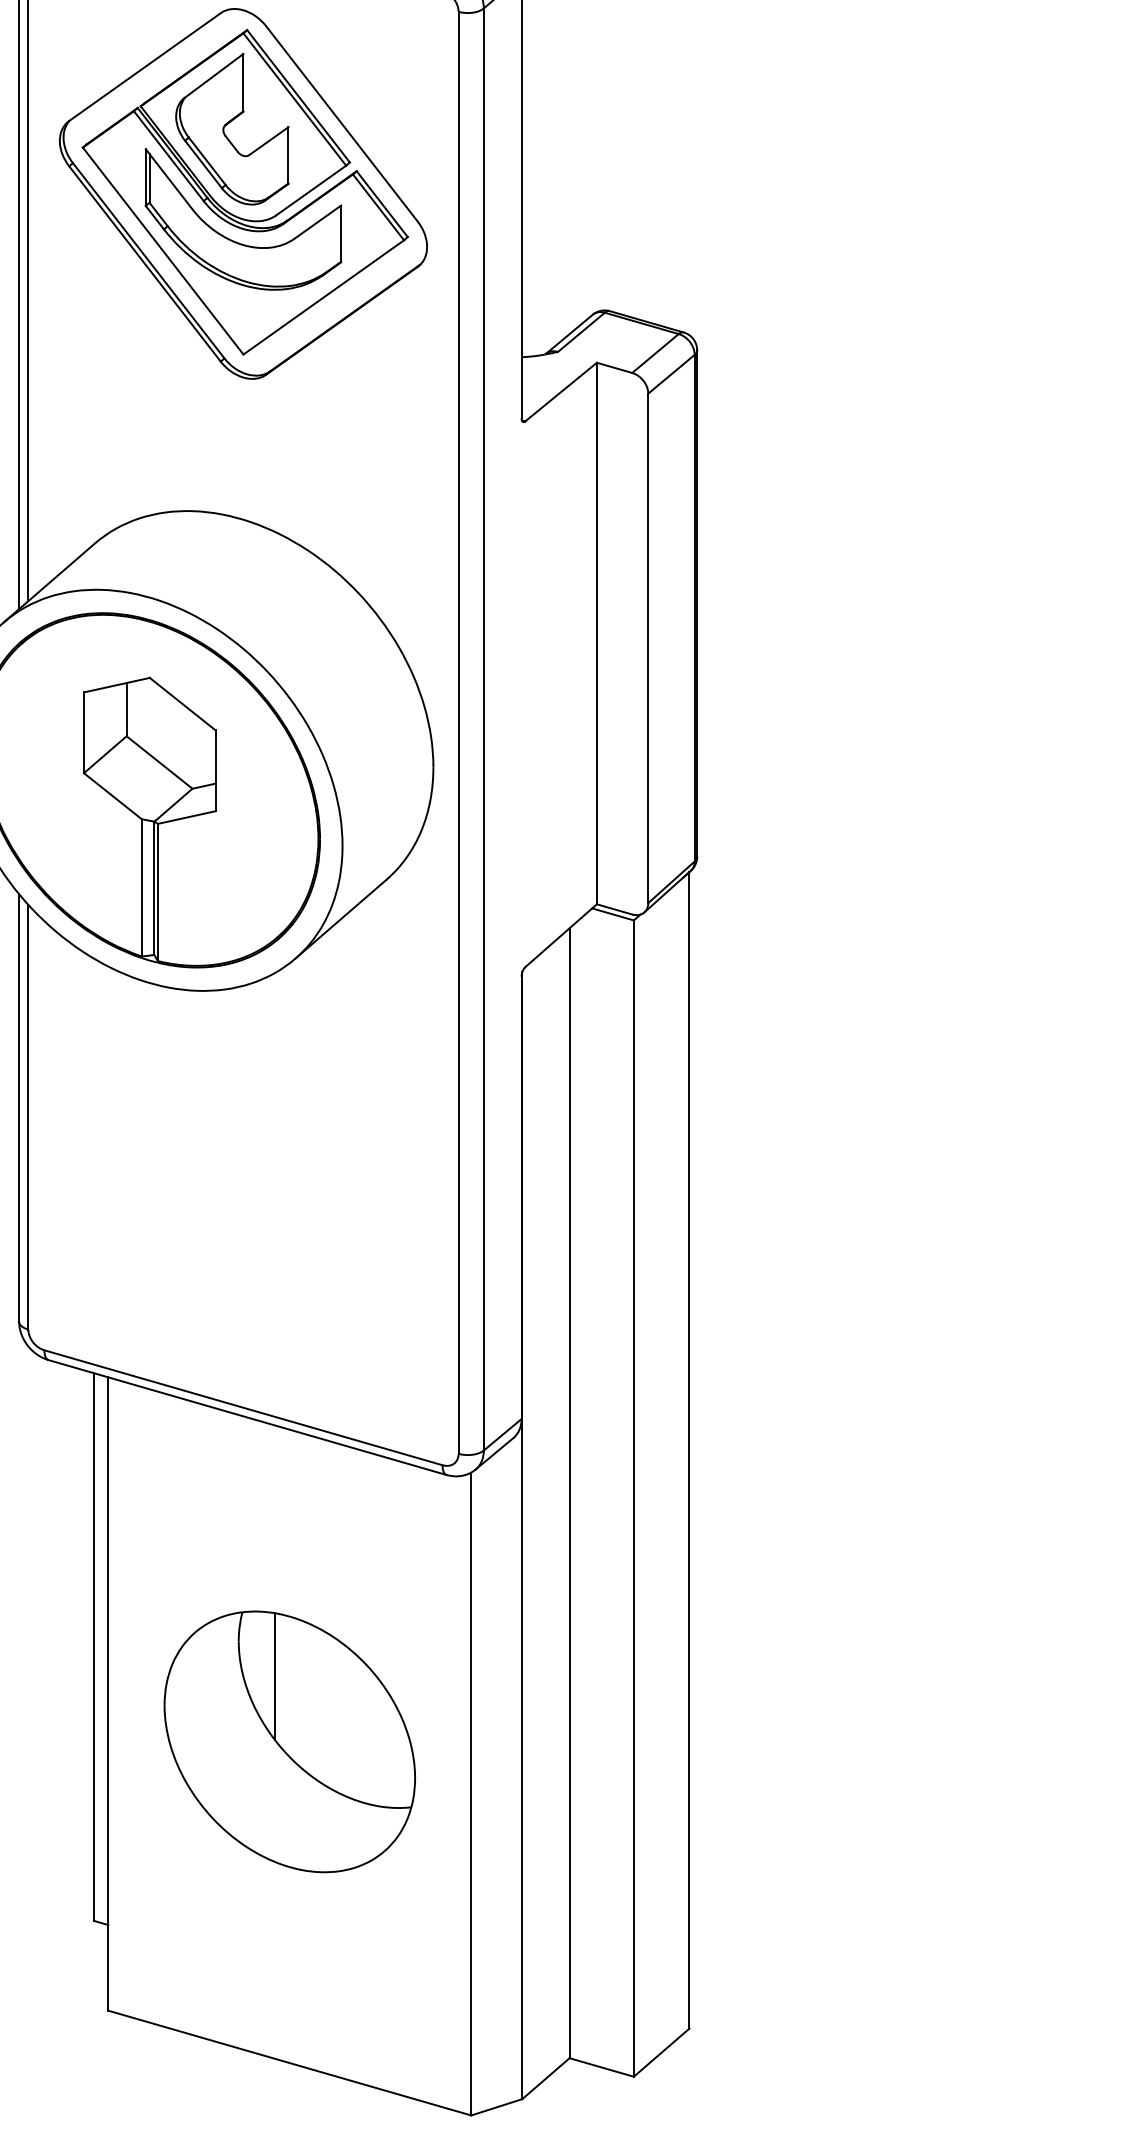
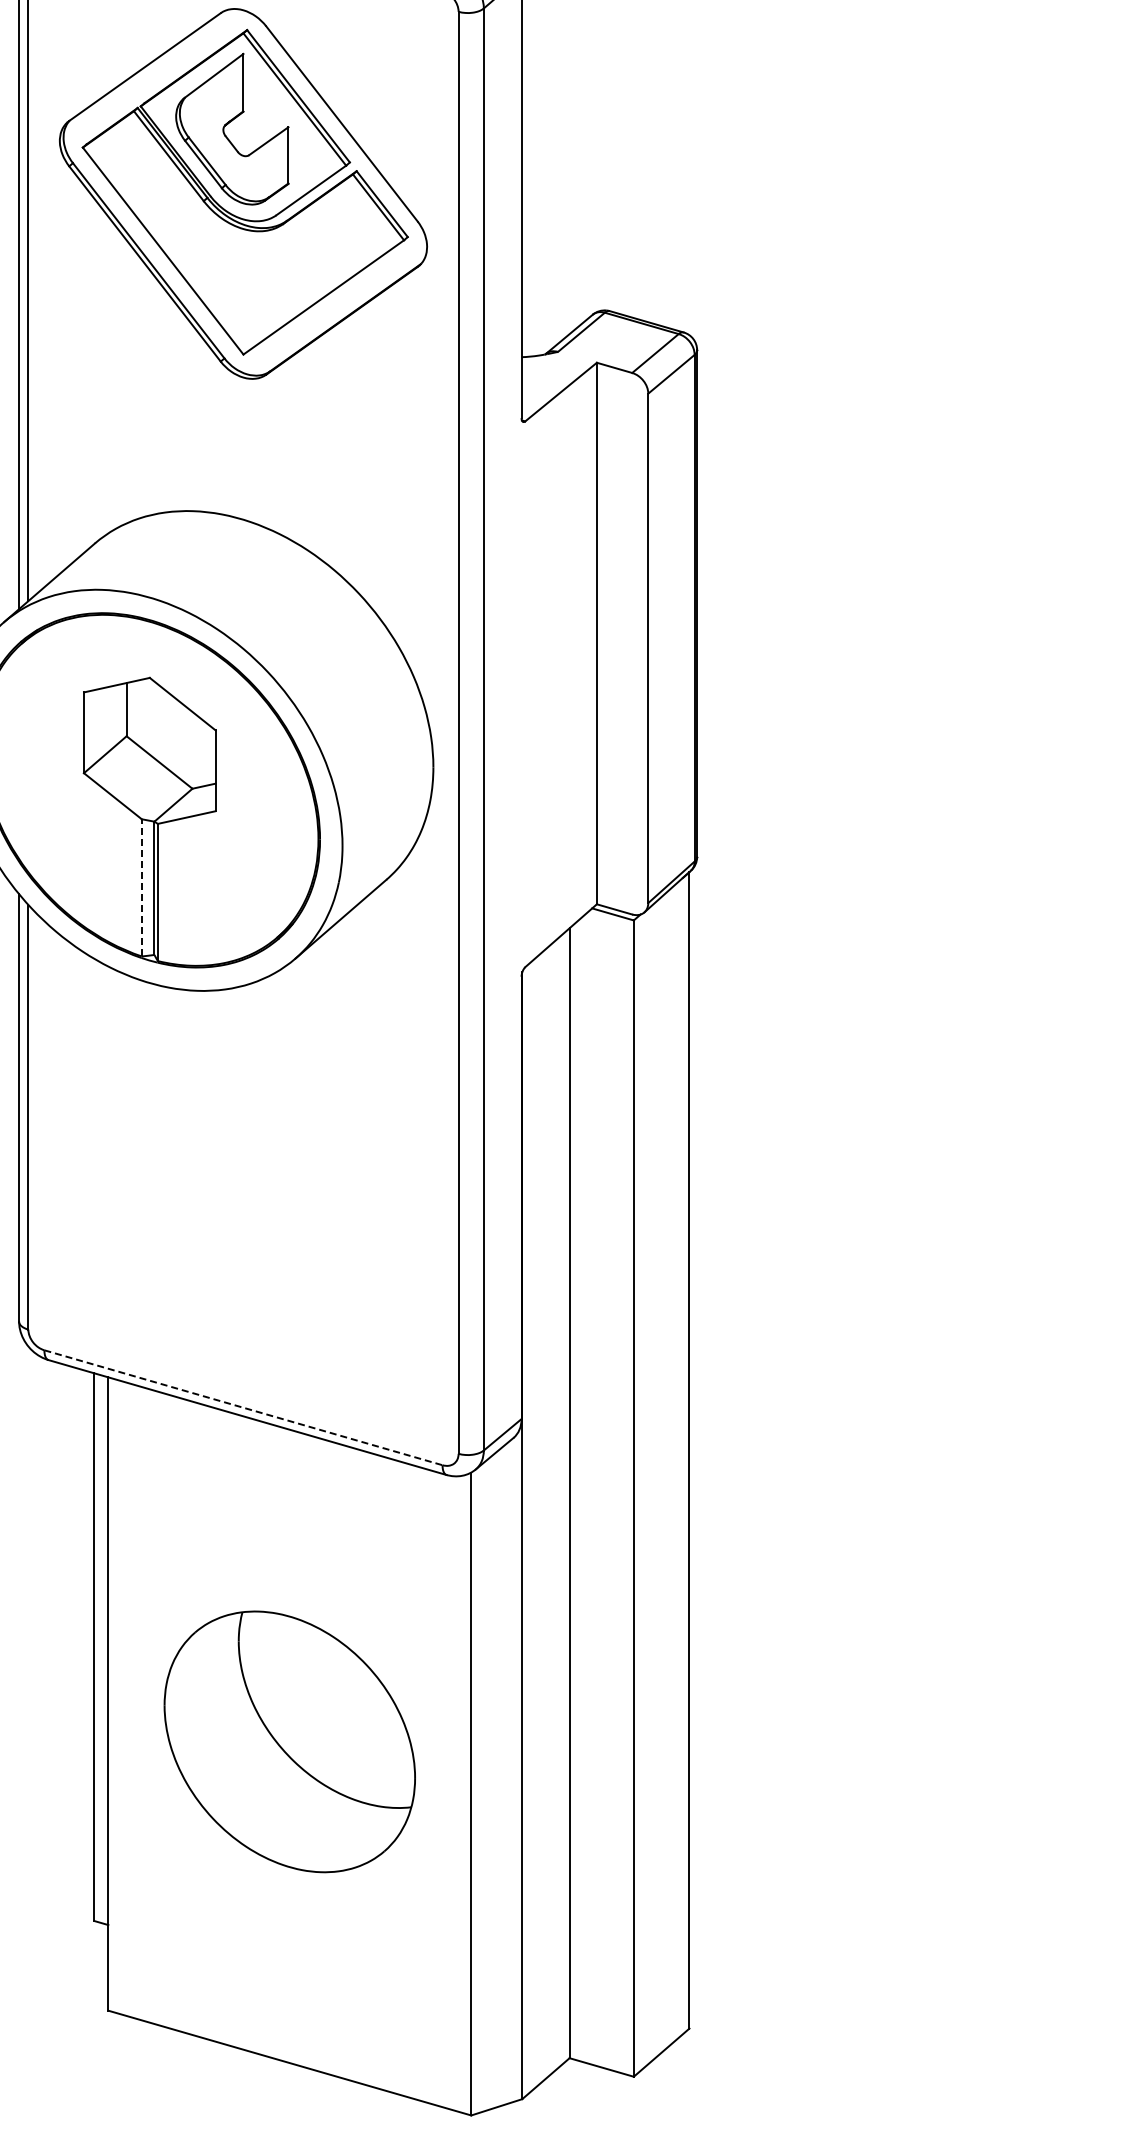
part at (234, 240): present -> none
line at (141, 887): solid -> dashed
line at (243, 1407): solid -> dashed
line at (275, 1676): present -> none
